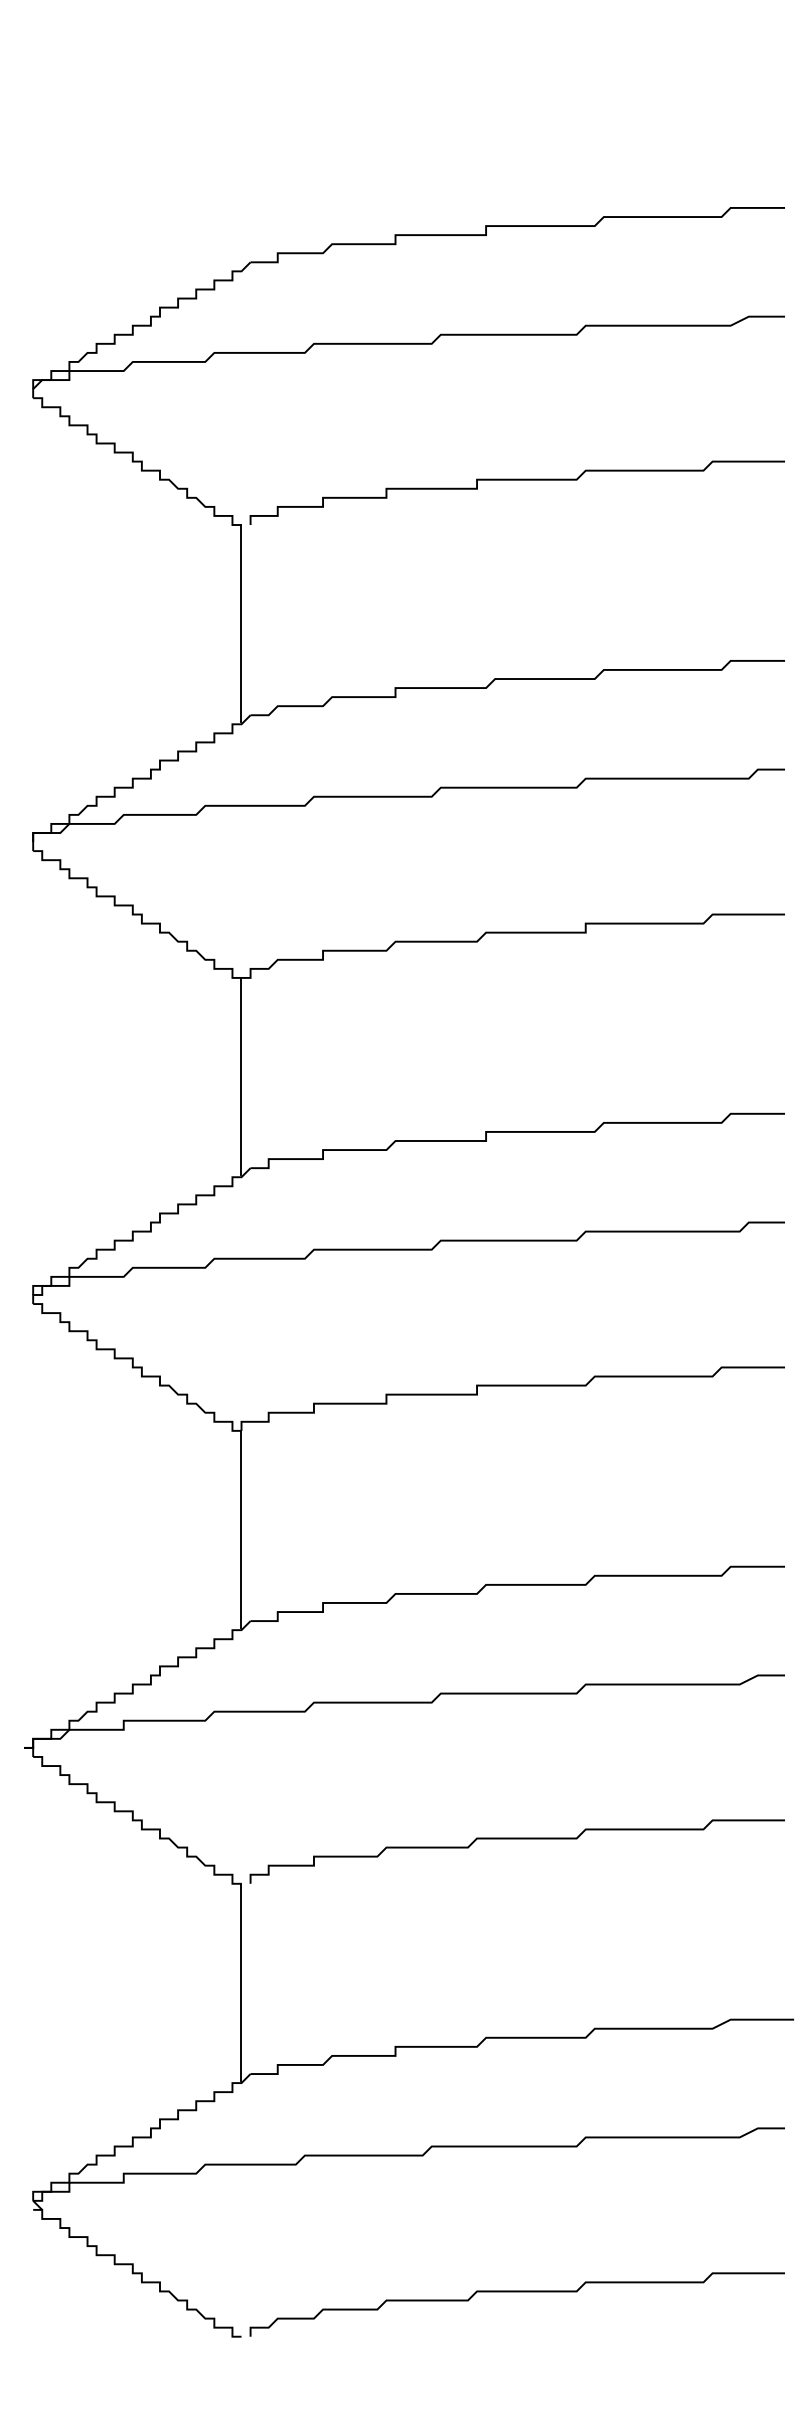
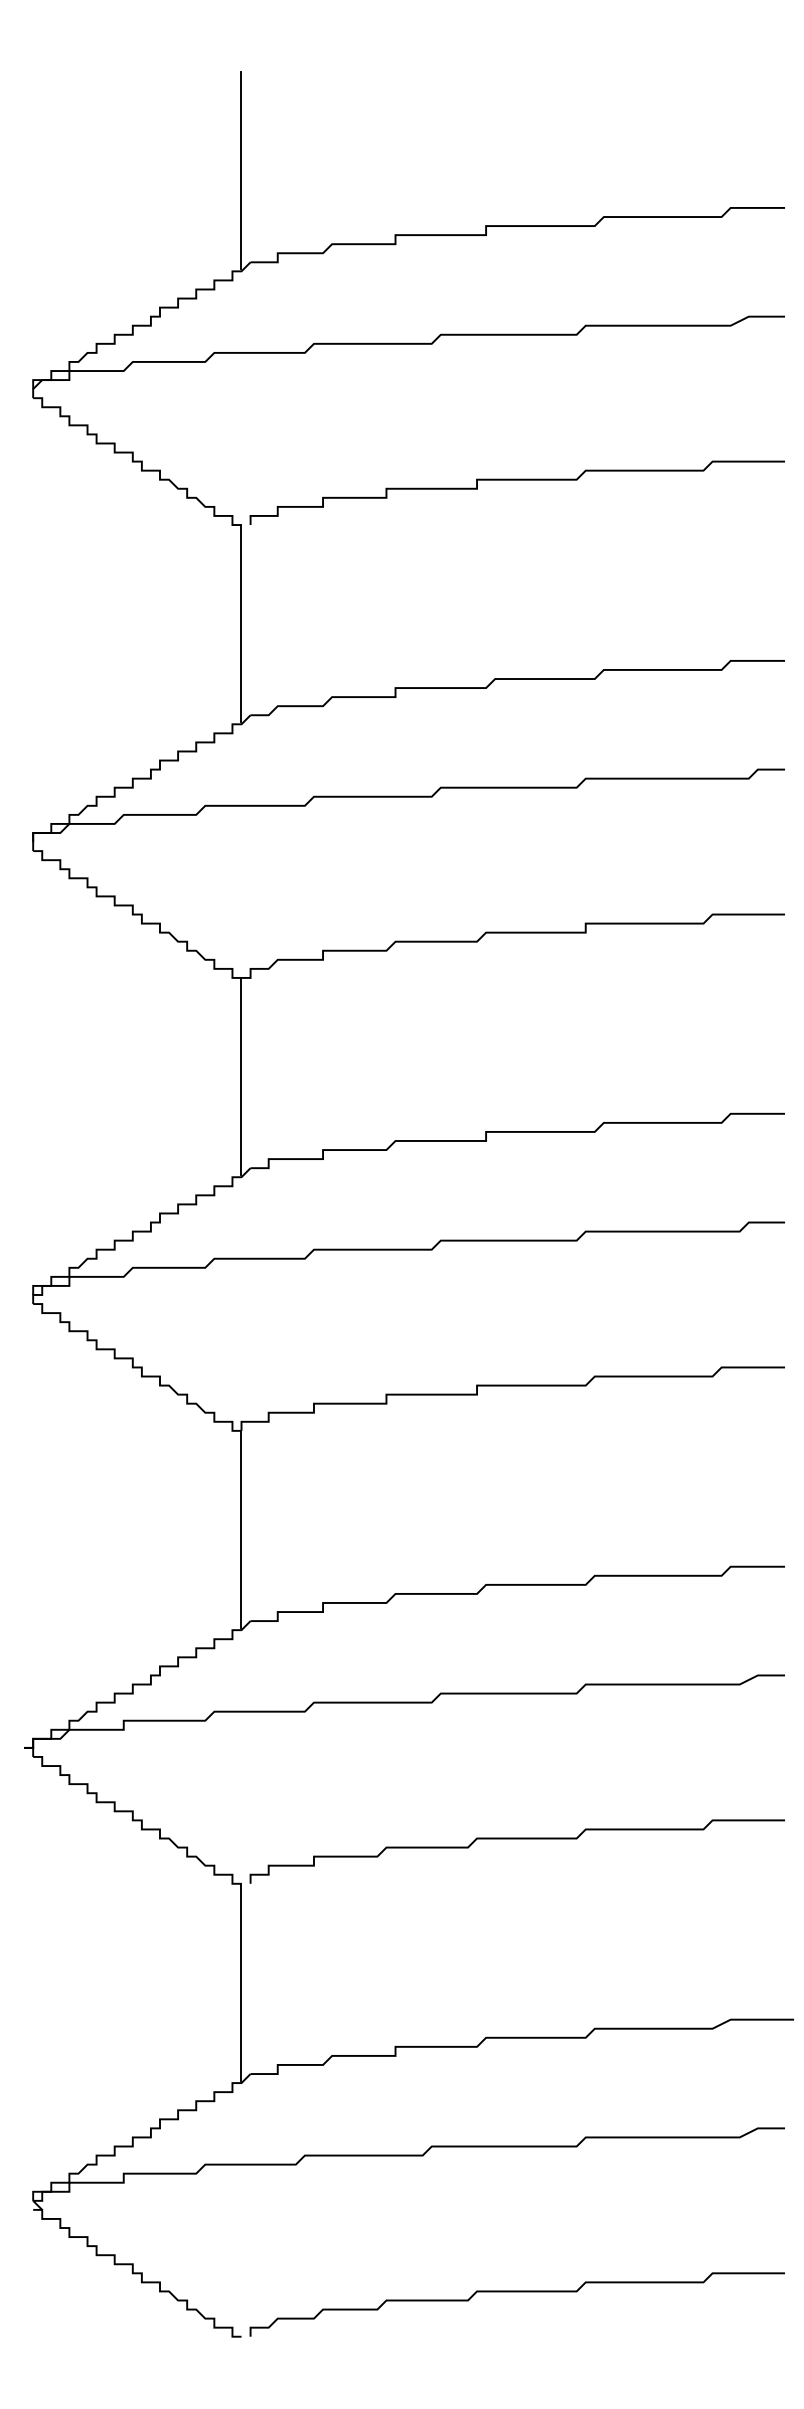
line at (241, 170): none -> present
